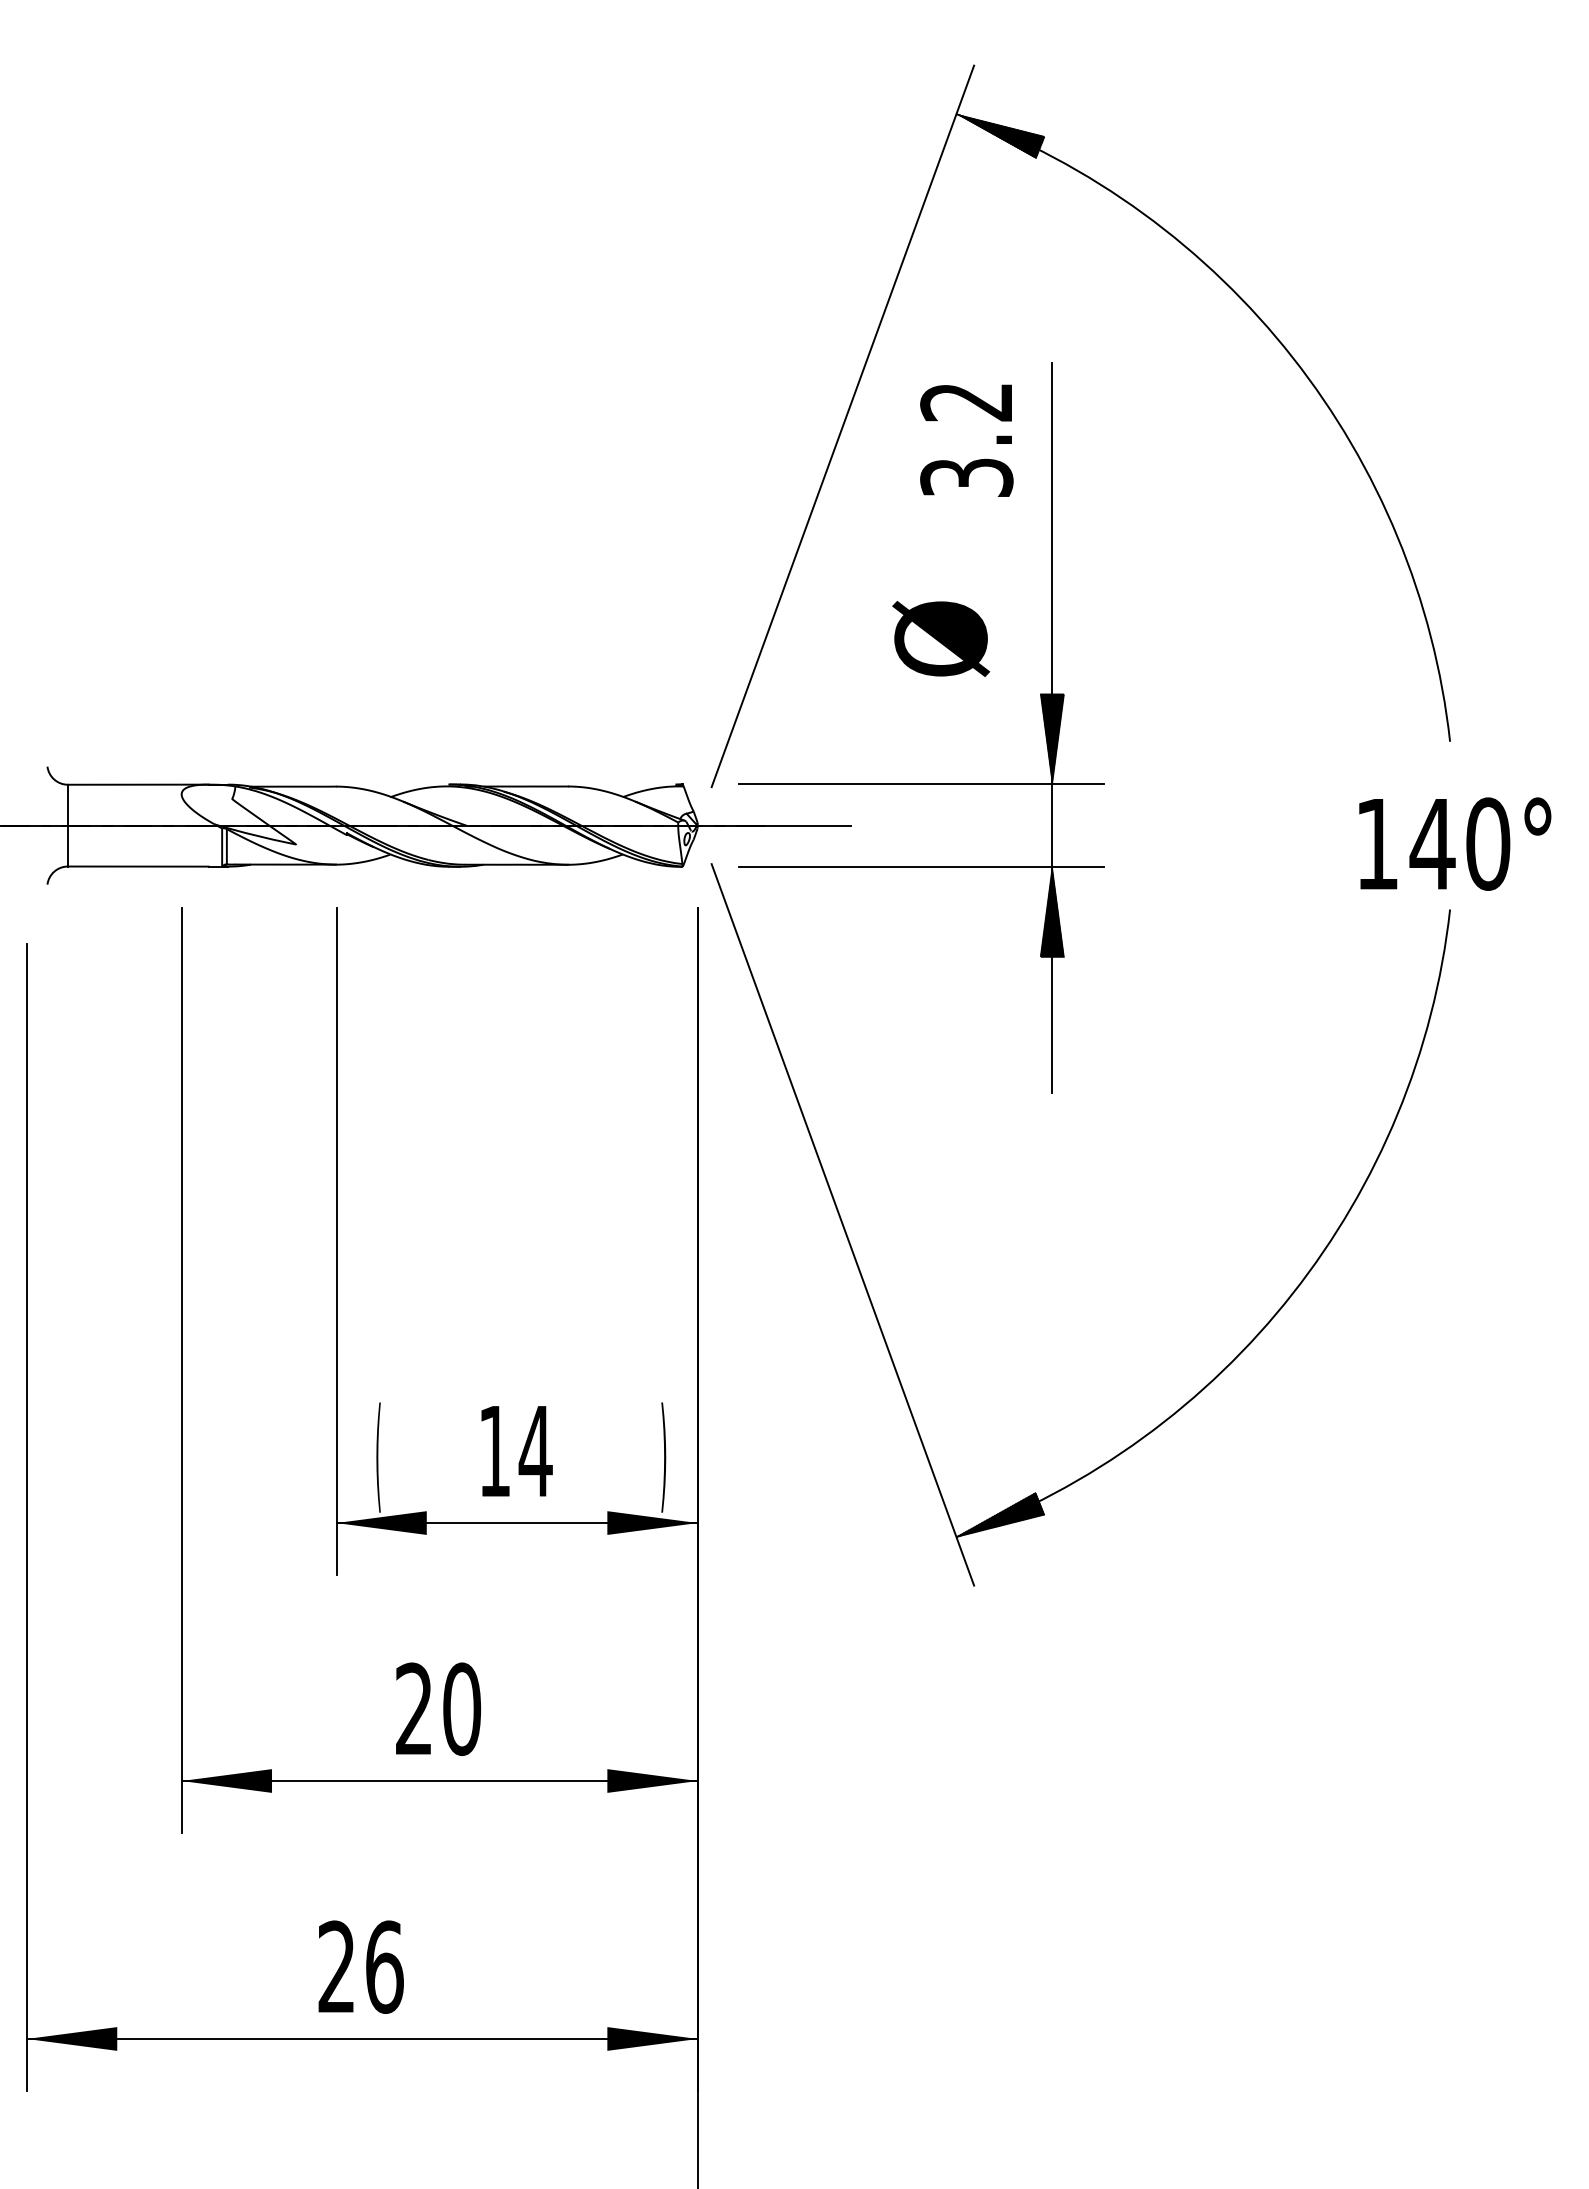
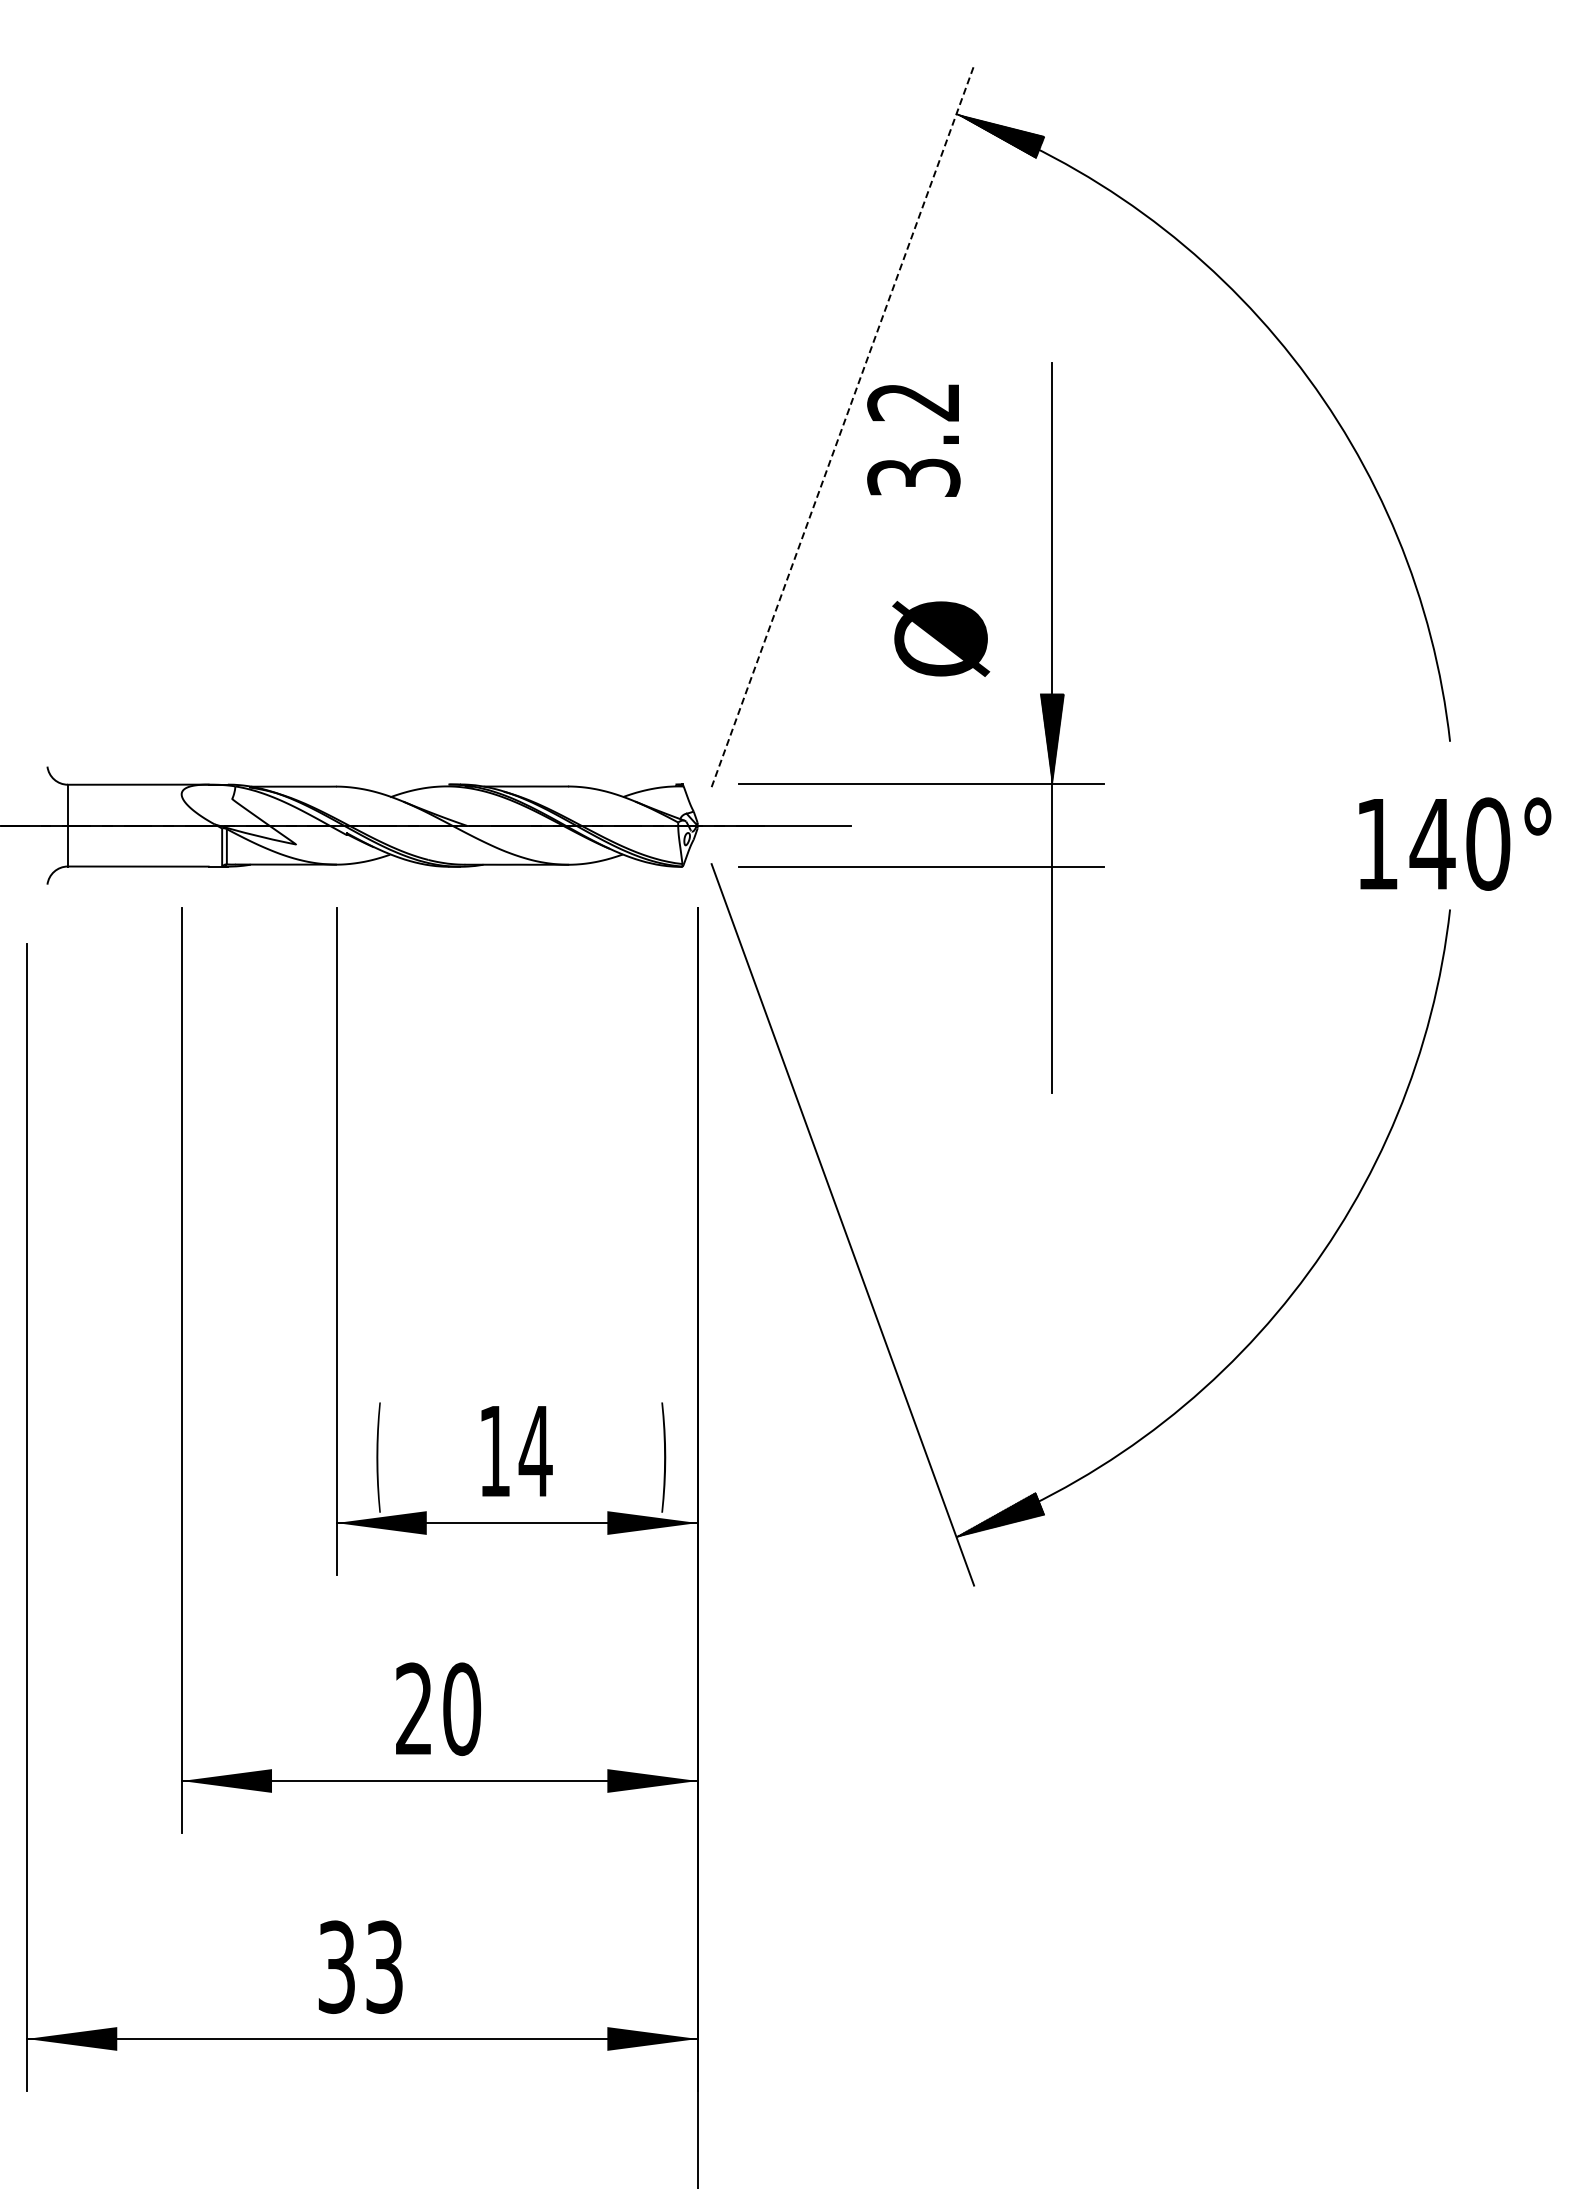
line at (842, 426): solid -> dashed
text at (966, 440) position: (966, 440) -> (913, 440)
hatch at (1052, 912): present -> none
text at (360, 1966): 26 -> 33
